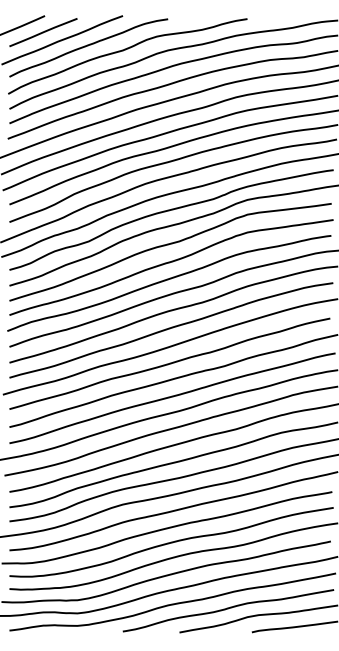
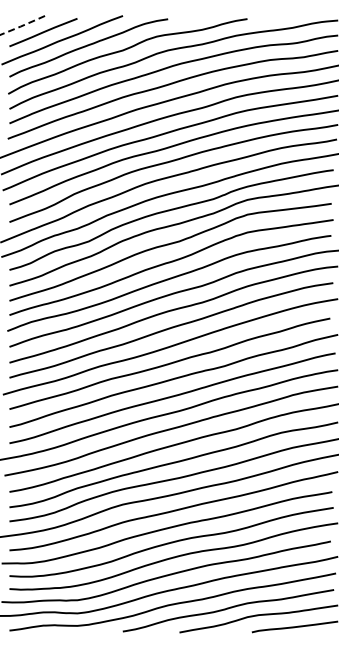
line at (22, 25): solid -> dashed
